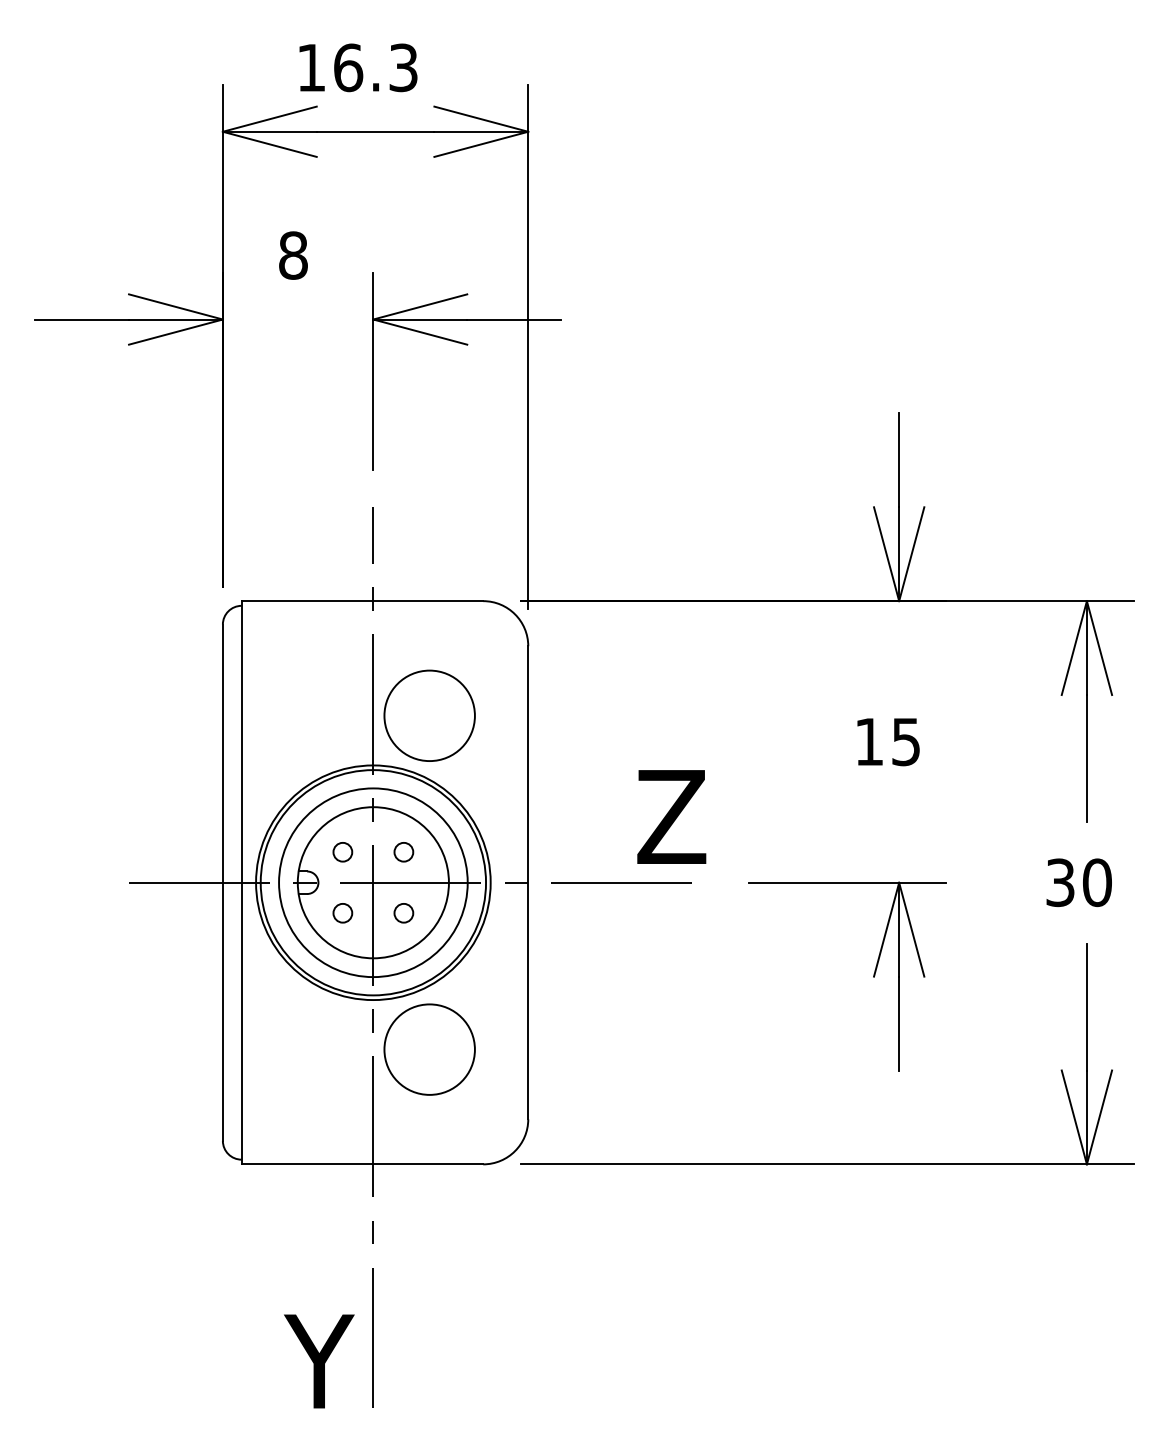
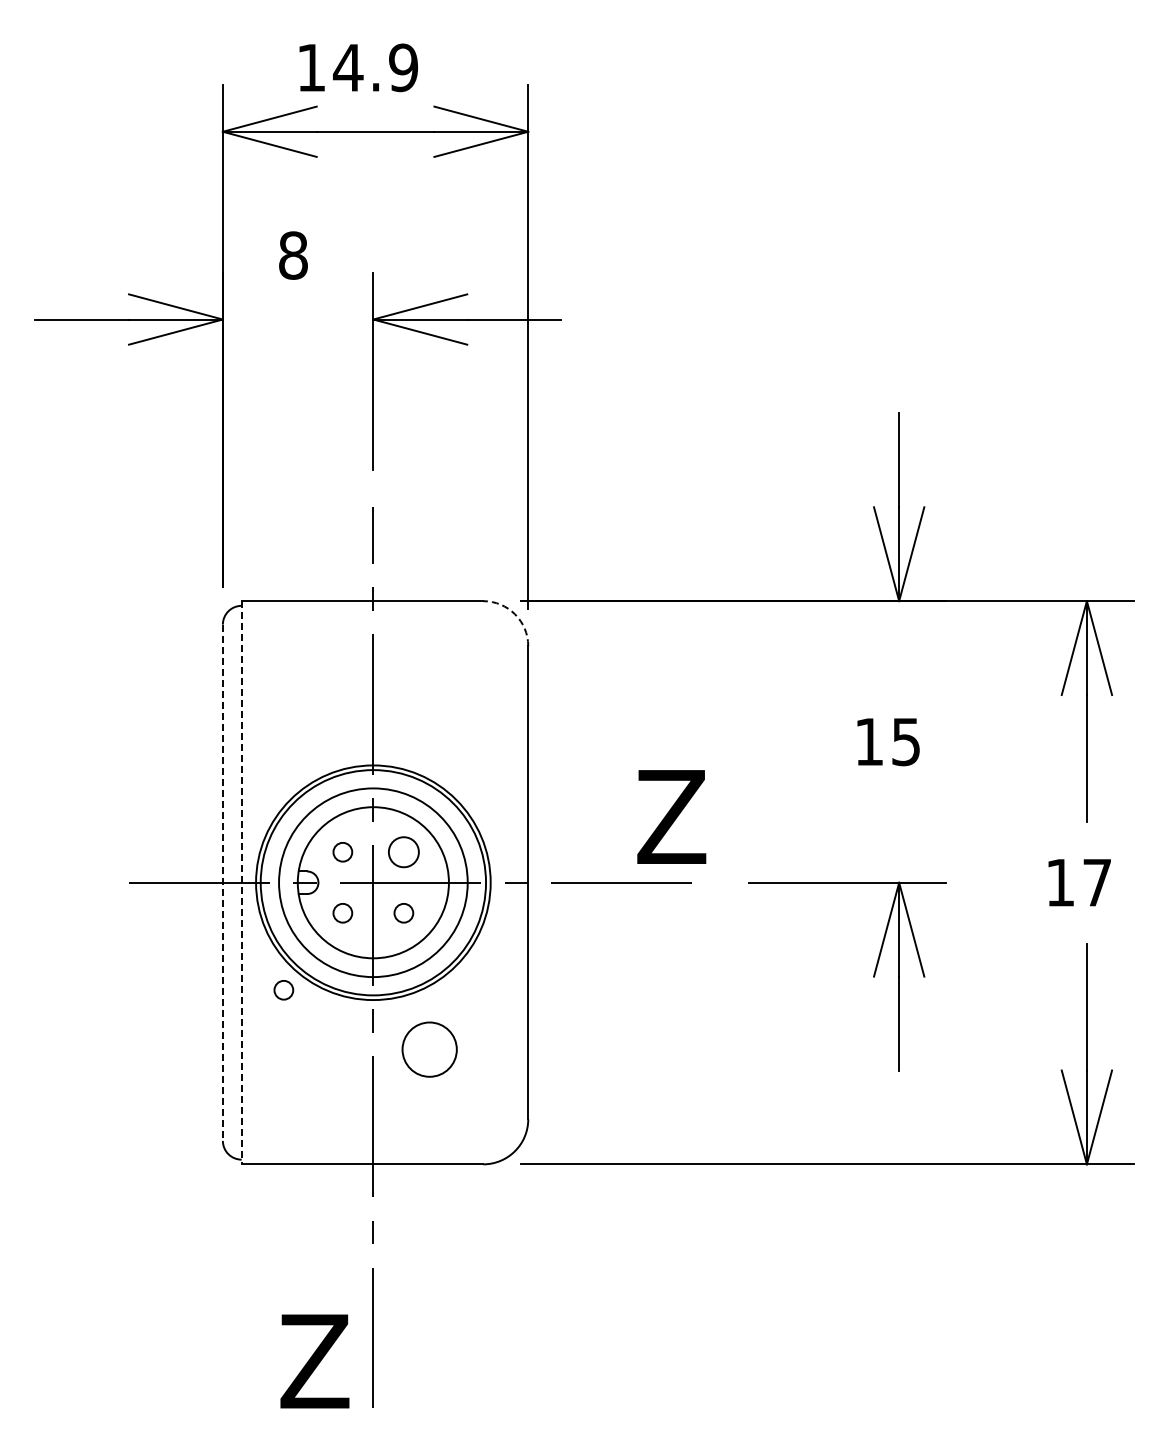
text at (375, 67): 16.3 -> 14.9
arc at (515, 614): solid -> dashed
circle at (429, 715): present -> none
circle at (403, 851) diameter: 19 px -> 30 px
line at (241, 882): solid -> dashed
text at (1078, 882): 30 -> 17
line at (222, 883): solid -> dashed
circle at (283, 990): none -> present
circle at (429, 1049) diameter: 90 px -> 54 px
text at (317, 1361): Y -> Z
